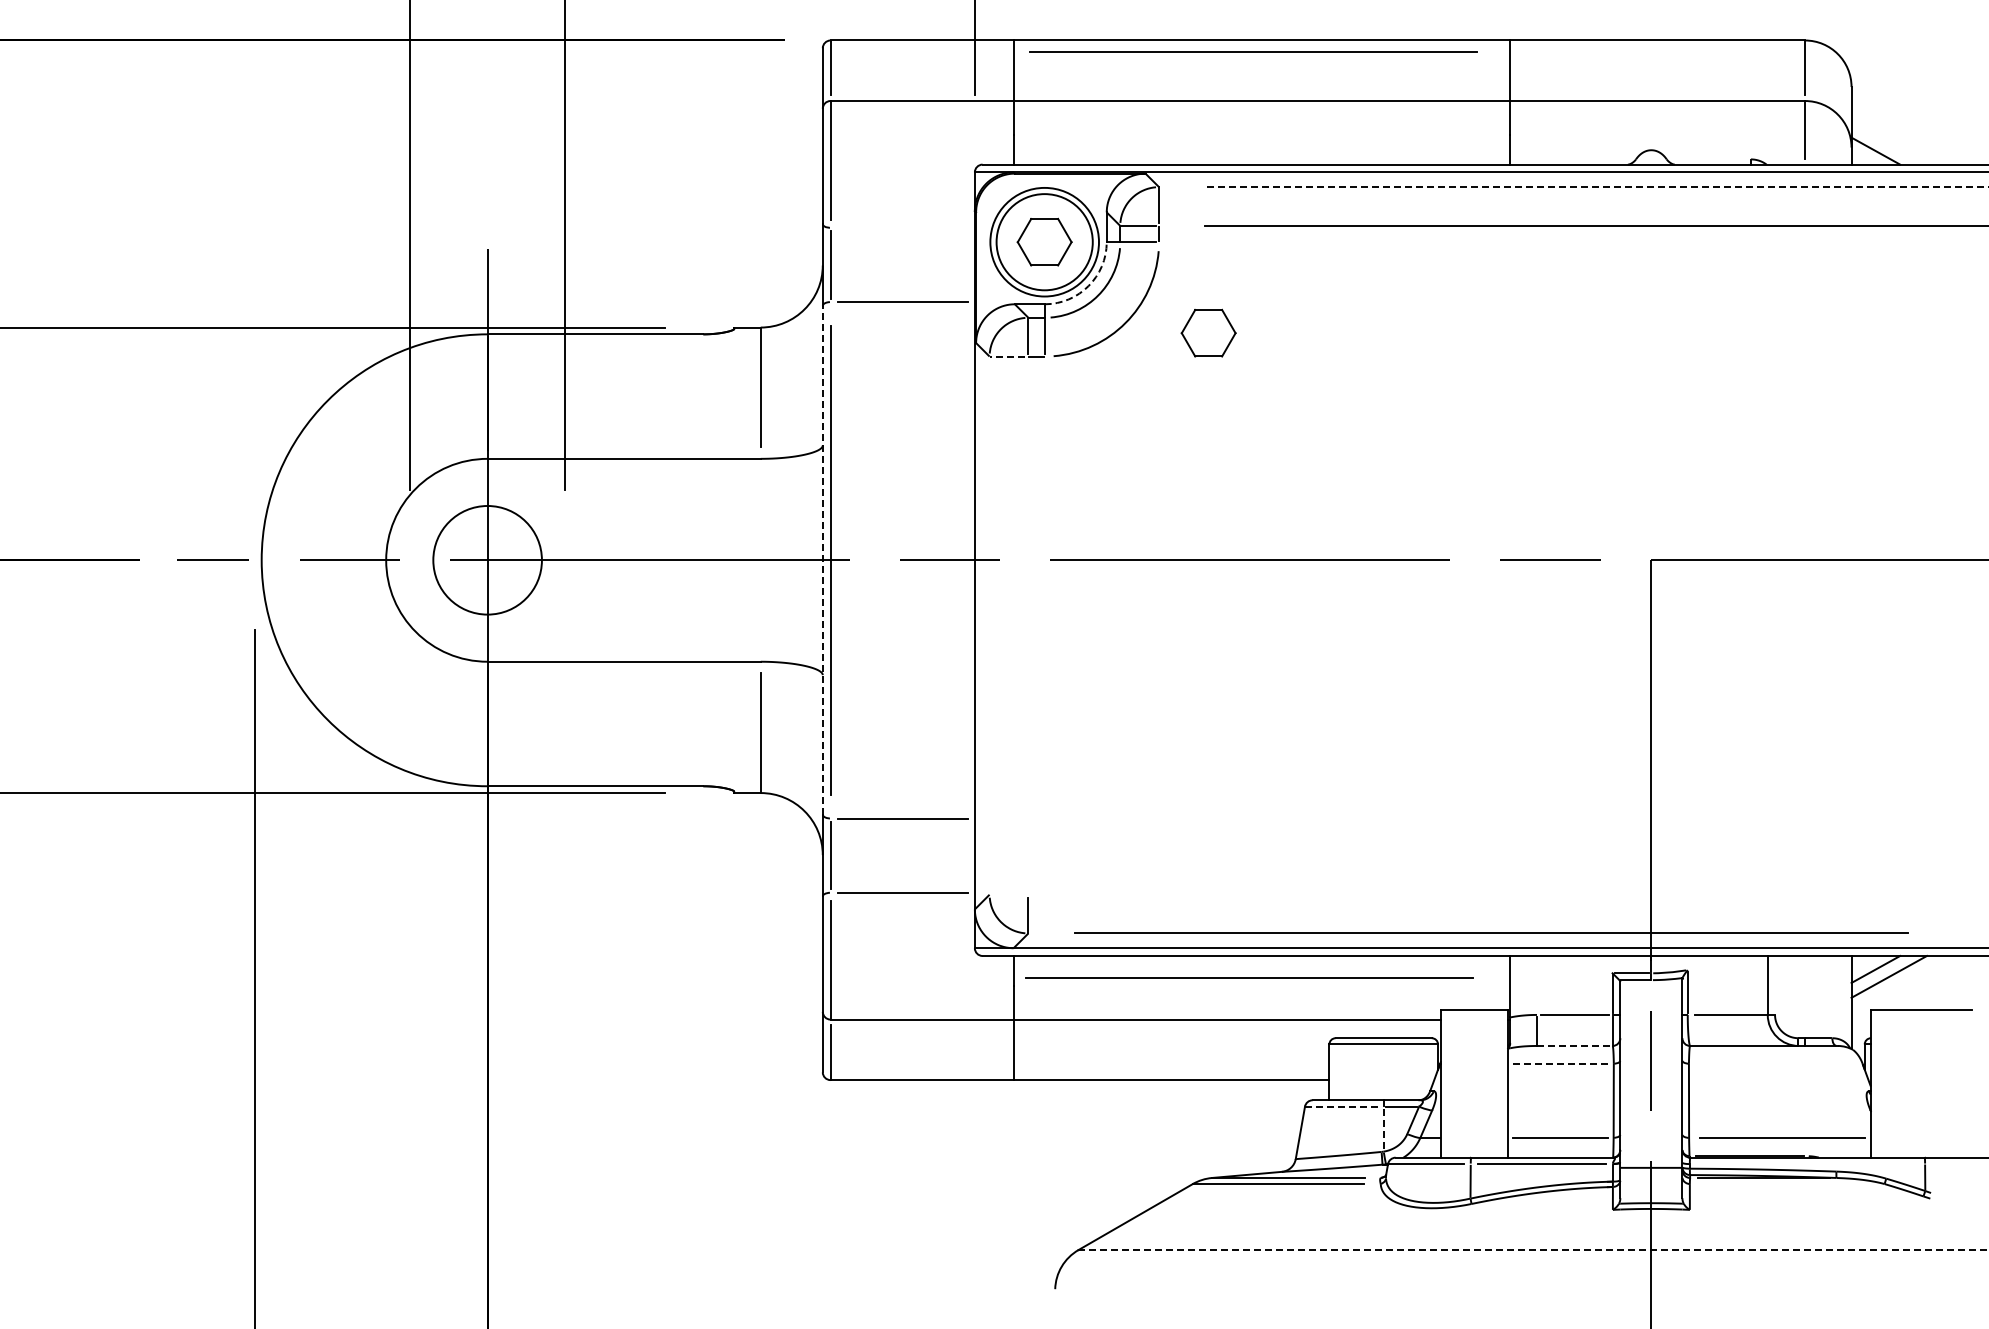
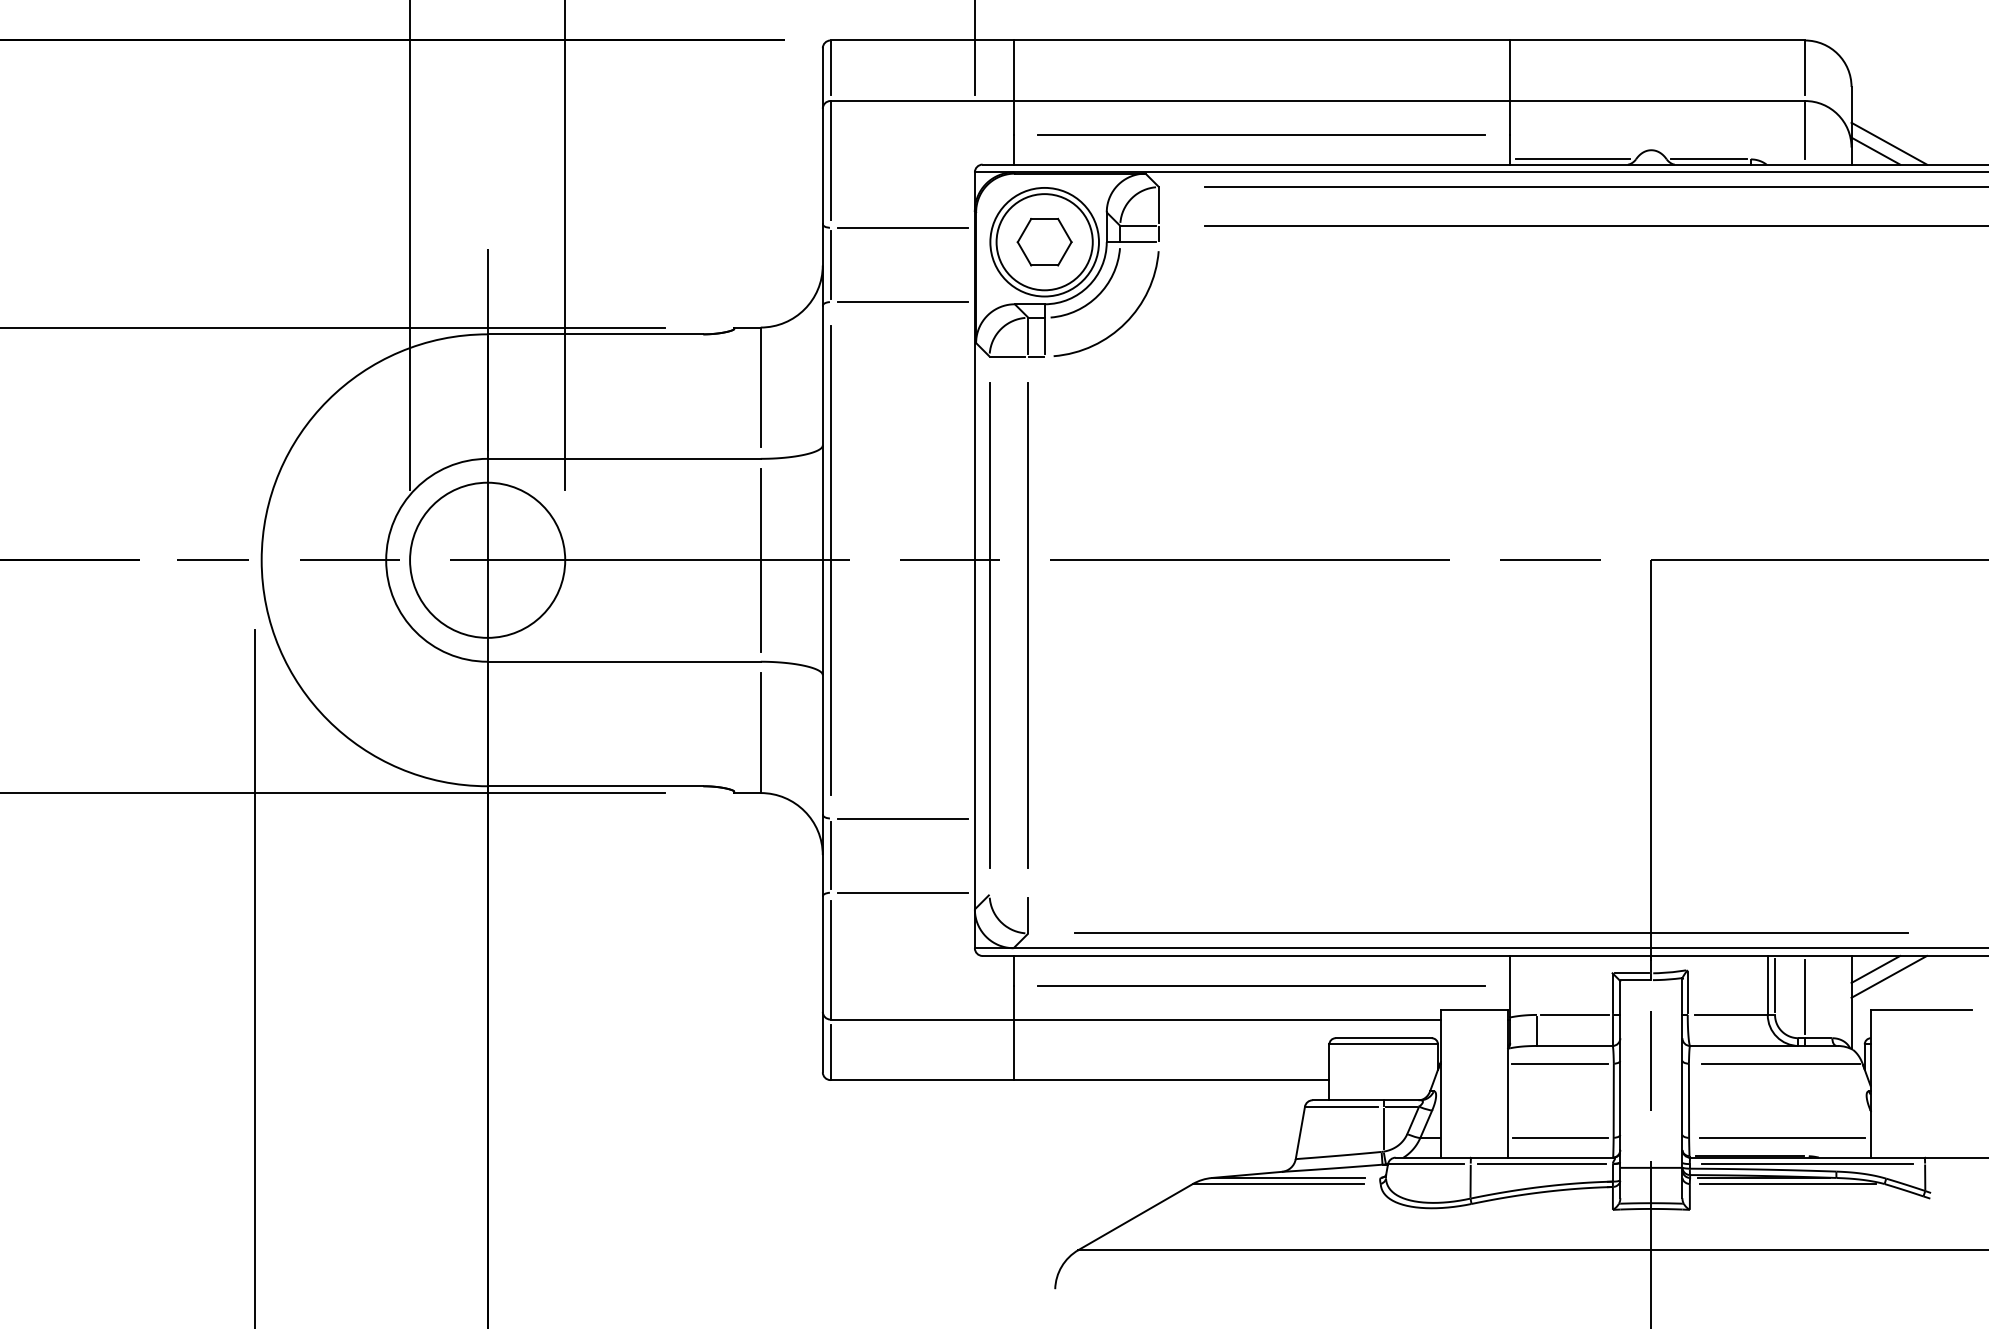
line at (1253, 51) position: (1253, 51) -> (1261, 134)
line at (1888, 143): none -> present
line at (1572, 159): none -> present
line at (1708, 159): none -> present
line at (1597, 187): dashed -> solid
line at (902, 227): none -> present
arc at (1088, 286): dashed -> solid
part at (1208, 332): present -> none
line at (1007, 356): dashed -> solid
line at (760, 559): none -> present
line at (822, 559): dashed -> solid
circle at (487, 560) diameter: 109 px -> 155 px
line at (989, 625): none -> present
line at (1027, 625): none -> present
line at (1249, 977) position: (1249, 977) -> (1261, 985)
line at (1775, 984): none -> present
line at (1805, 997): none -> present
line at (1574, 1045): dashed -> solid
line at (1560, 1063): dashed -> solid
line at (1780, 1063): none -> present
line at (1340, 1106): dashed -> solid
line at (1383, 1129): dashed -> solid
line at (1807, 1164): none -> present
line at (1787, 1184): none -> present
line at (1533, 1250): dashed -> solid
